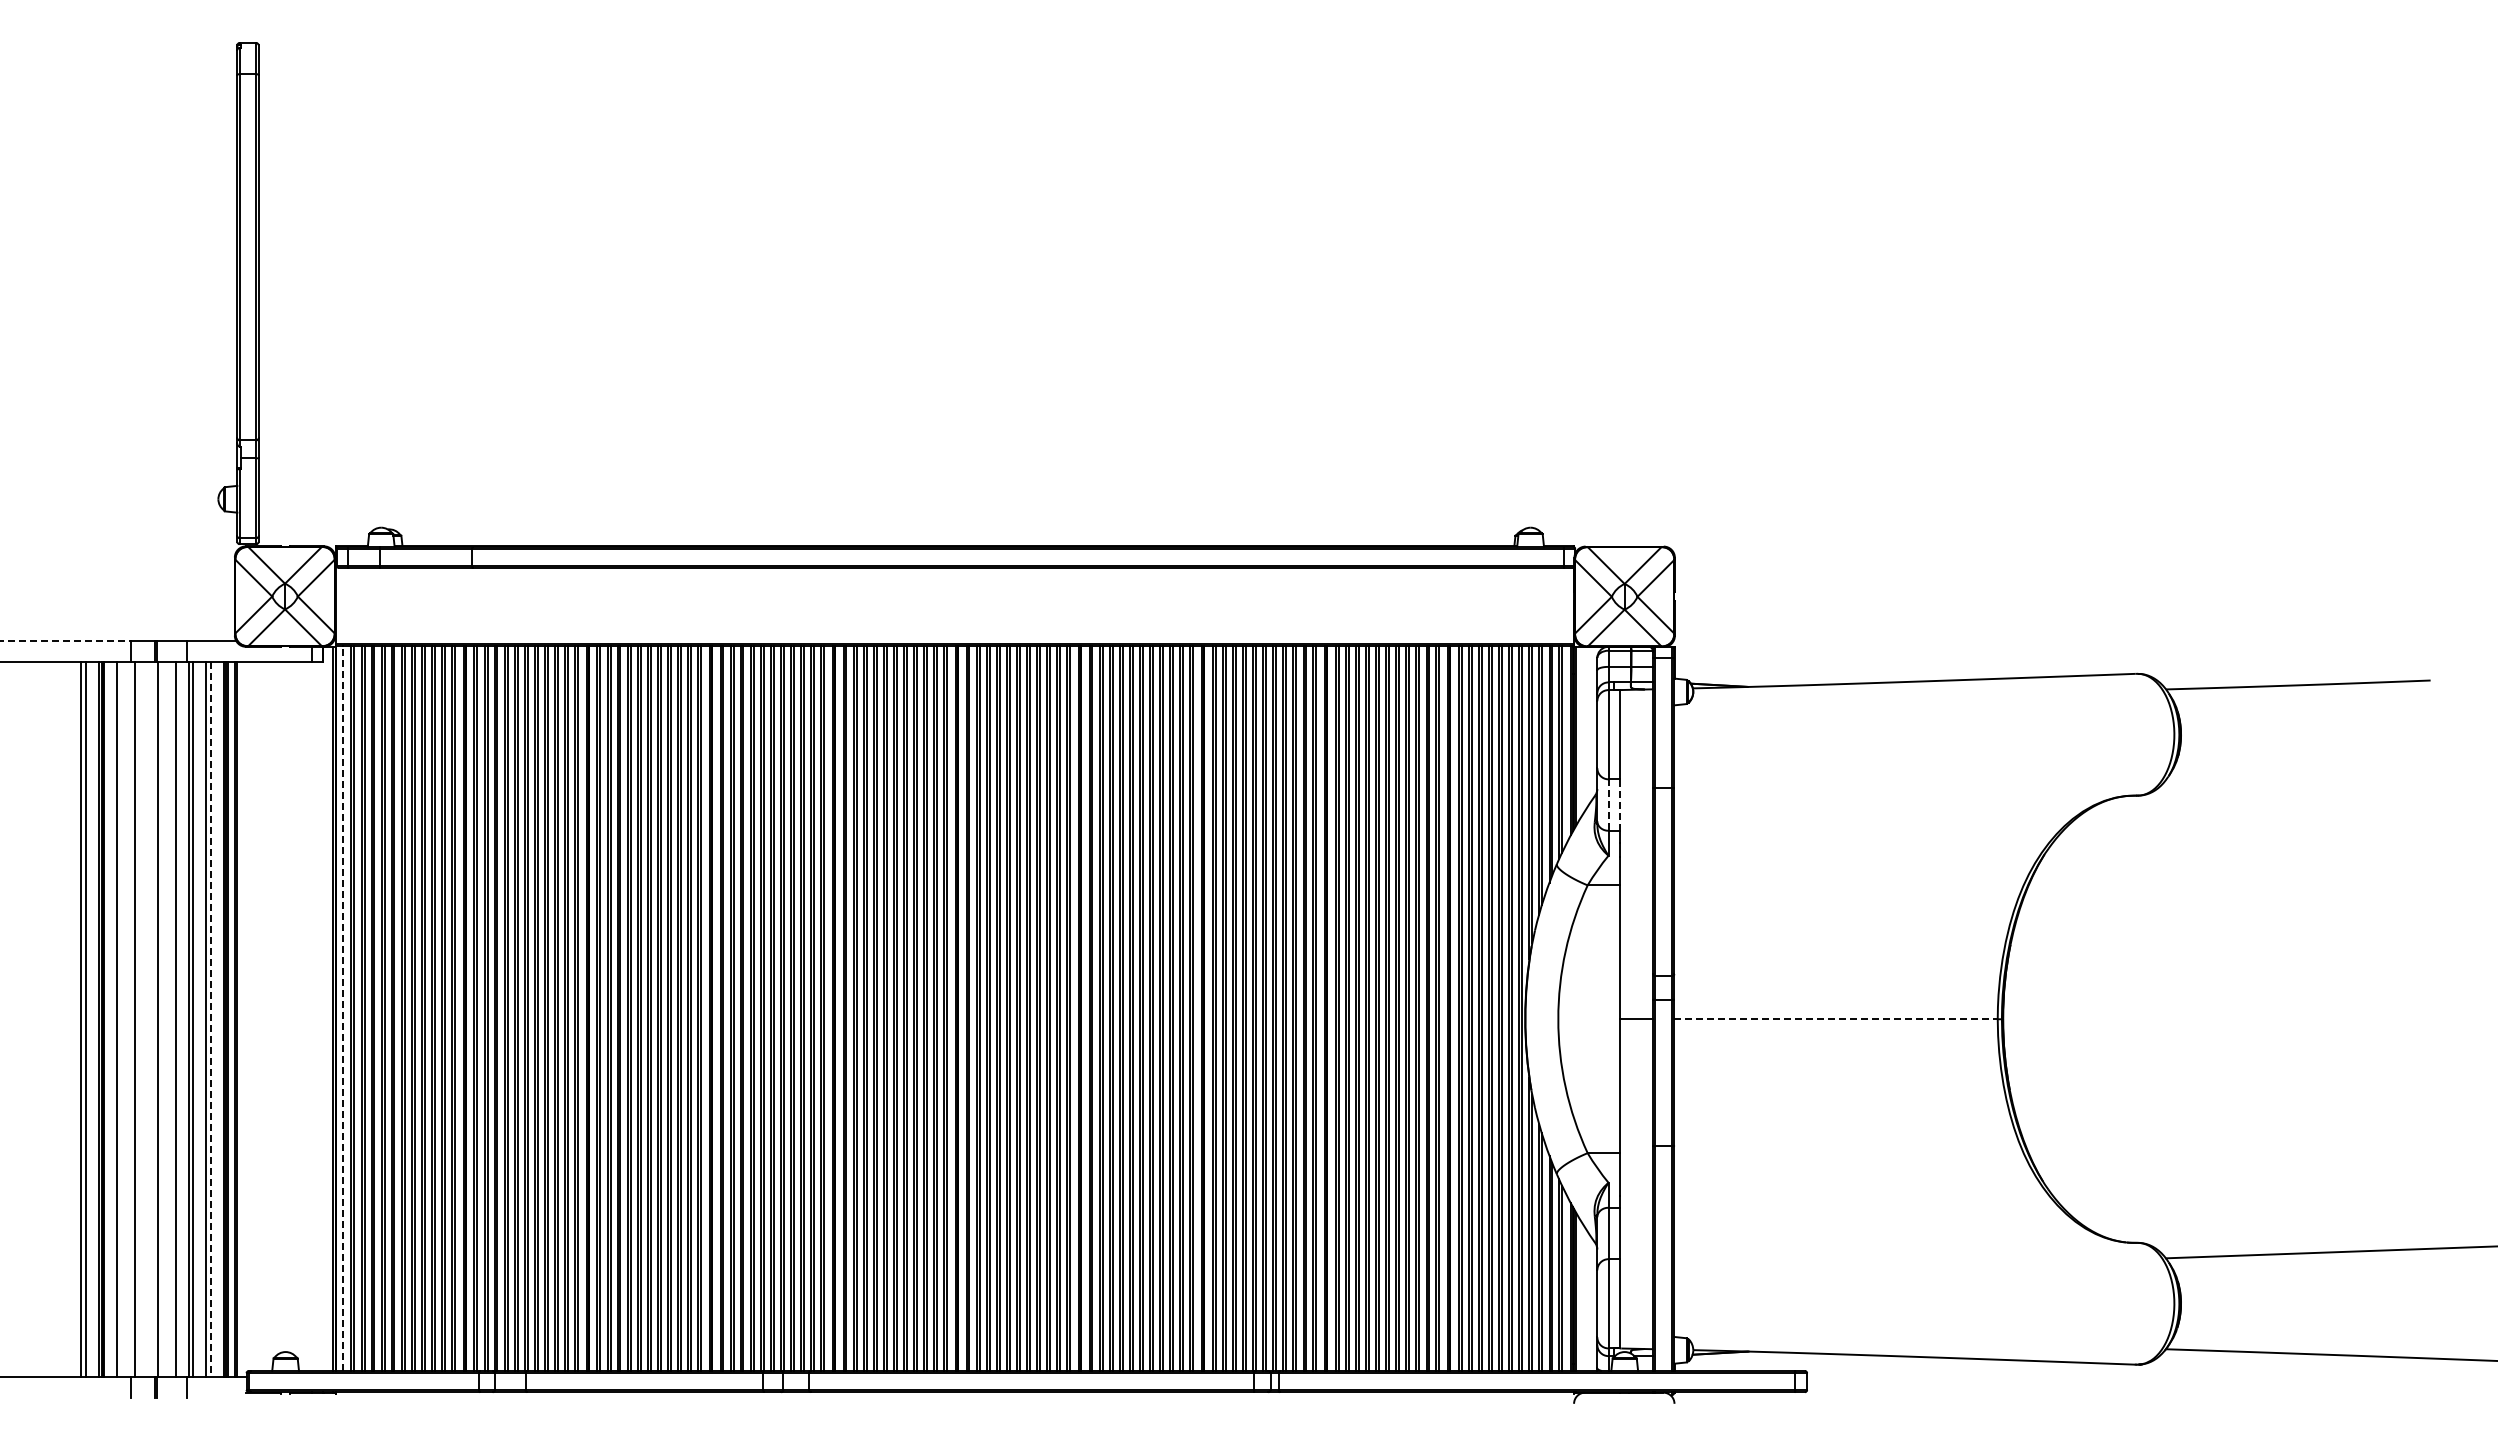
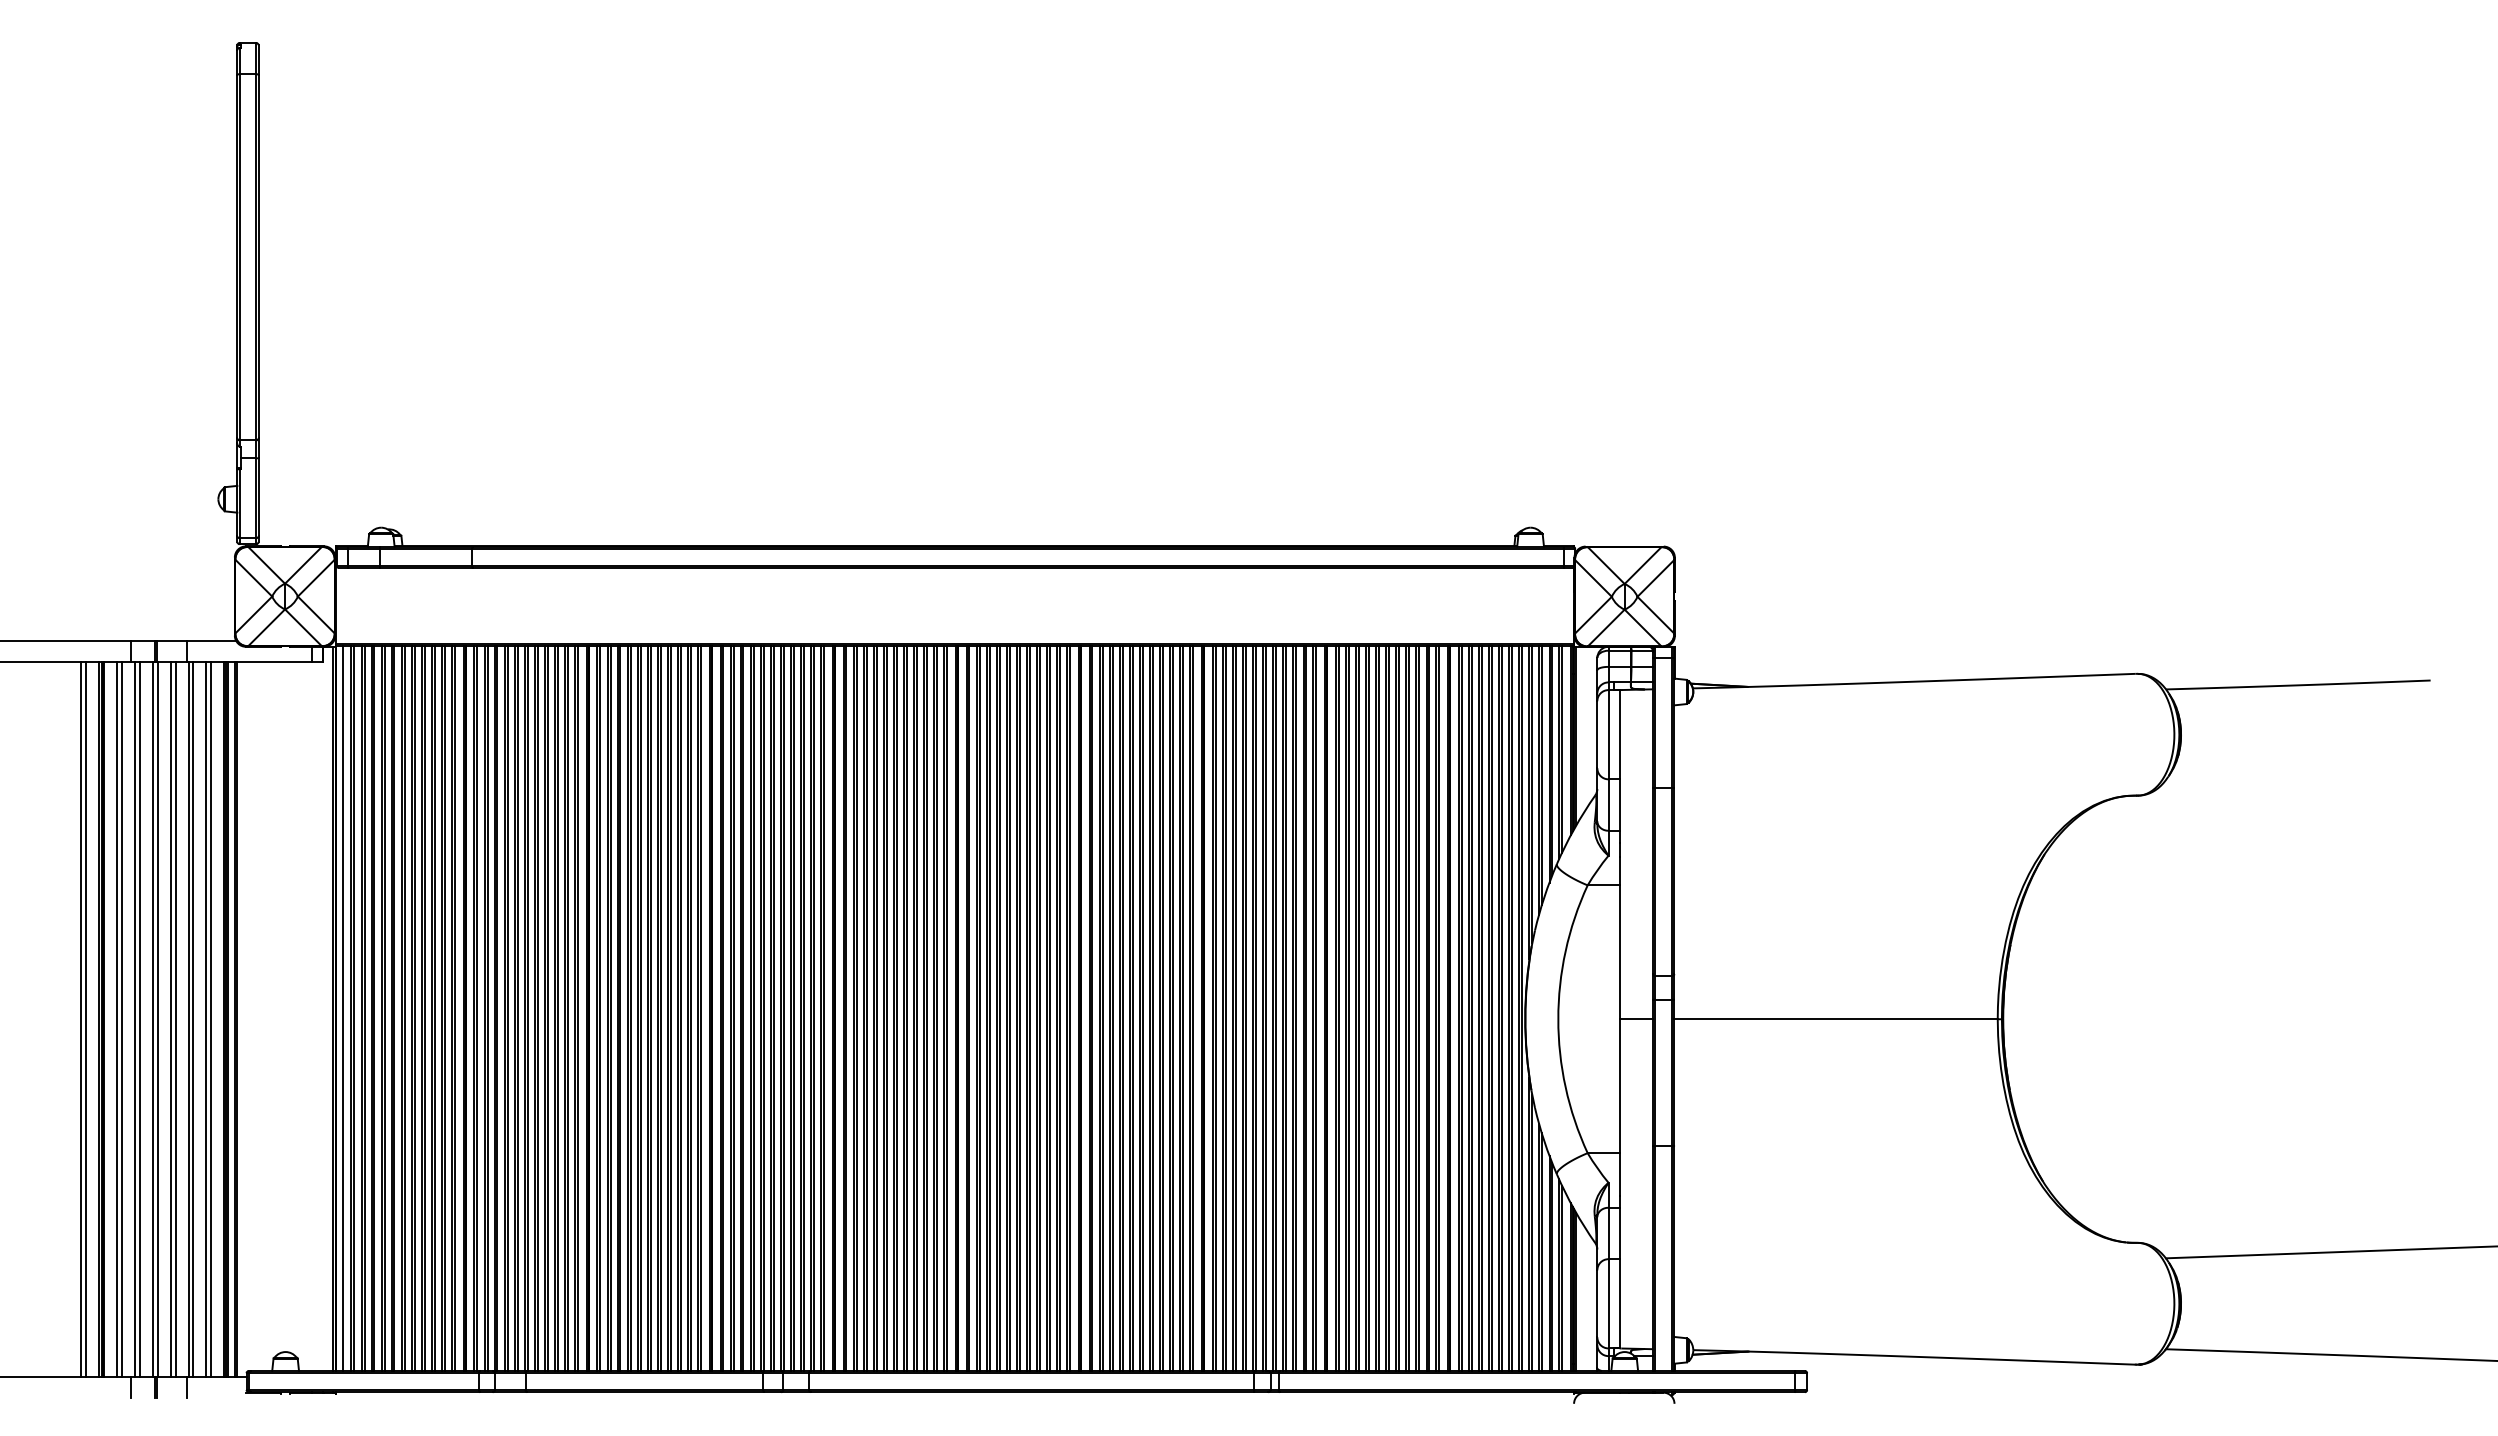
line at (65, 641): dashed -> solid
line at (1608, 805): dashed -> solid
line at (1619, 805): dashed -> solid
line at (343, 1008): dashed -> solid
line at (121, 1019): none -> present
line at (139, 1019): none -> present
line at (152, 1019): none -> present
line at (170, 1019): none -> present
line at (211, 1019): dashed -> solid
line at (1836, 1019): dashed -> solid
